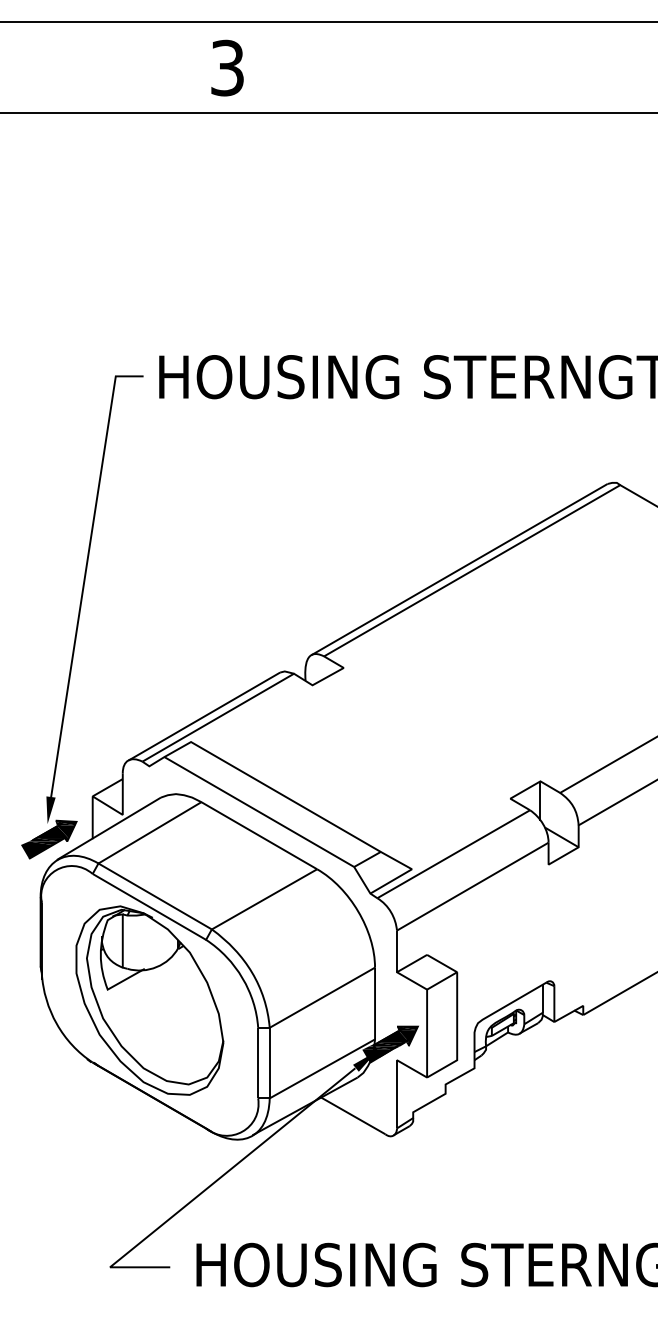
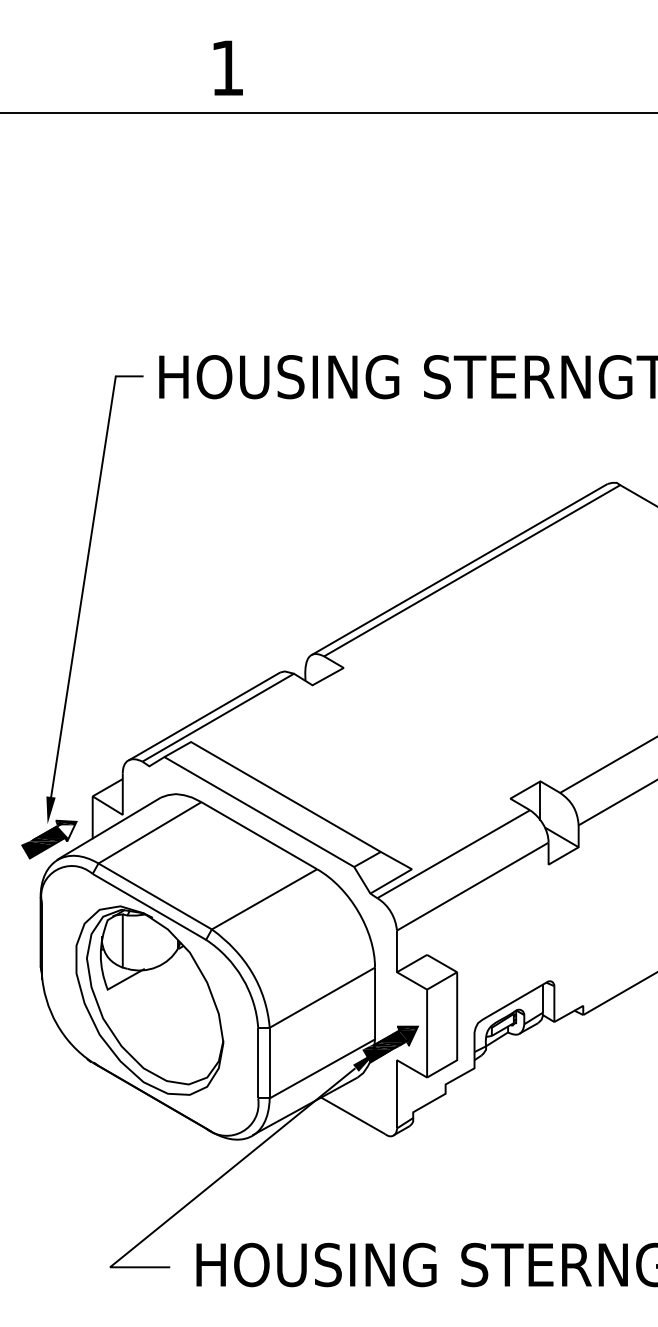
line at (328, 21): present -> none
text at (227, 67): 3 -> 1
fill at (65, 831): present -> none
